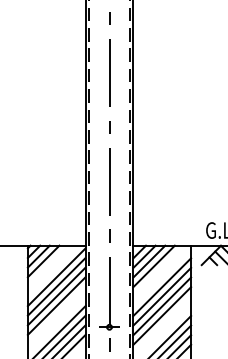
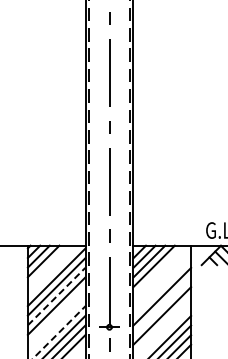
line at (162, 287): present -> none
line at (56, 296): solid -> dashed
line at (162, 306): present -> none
line at (59, 332): solid -> dashed
